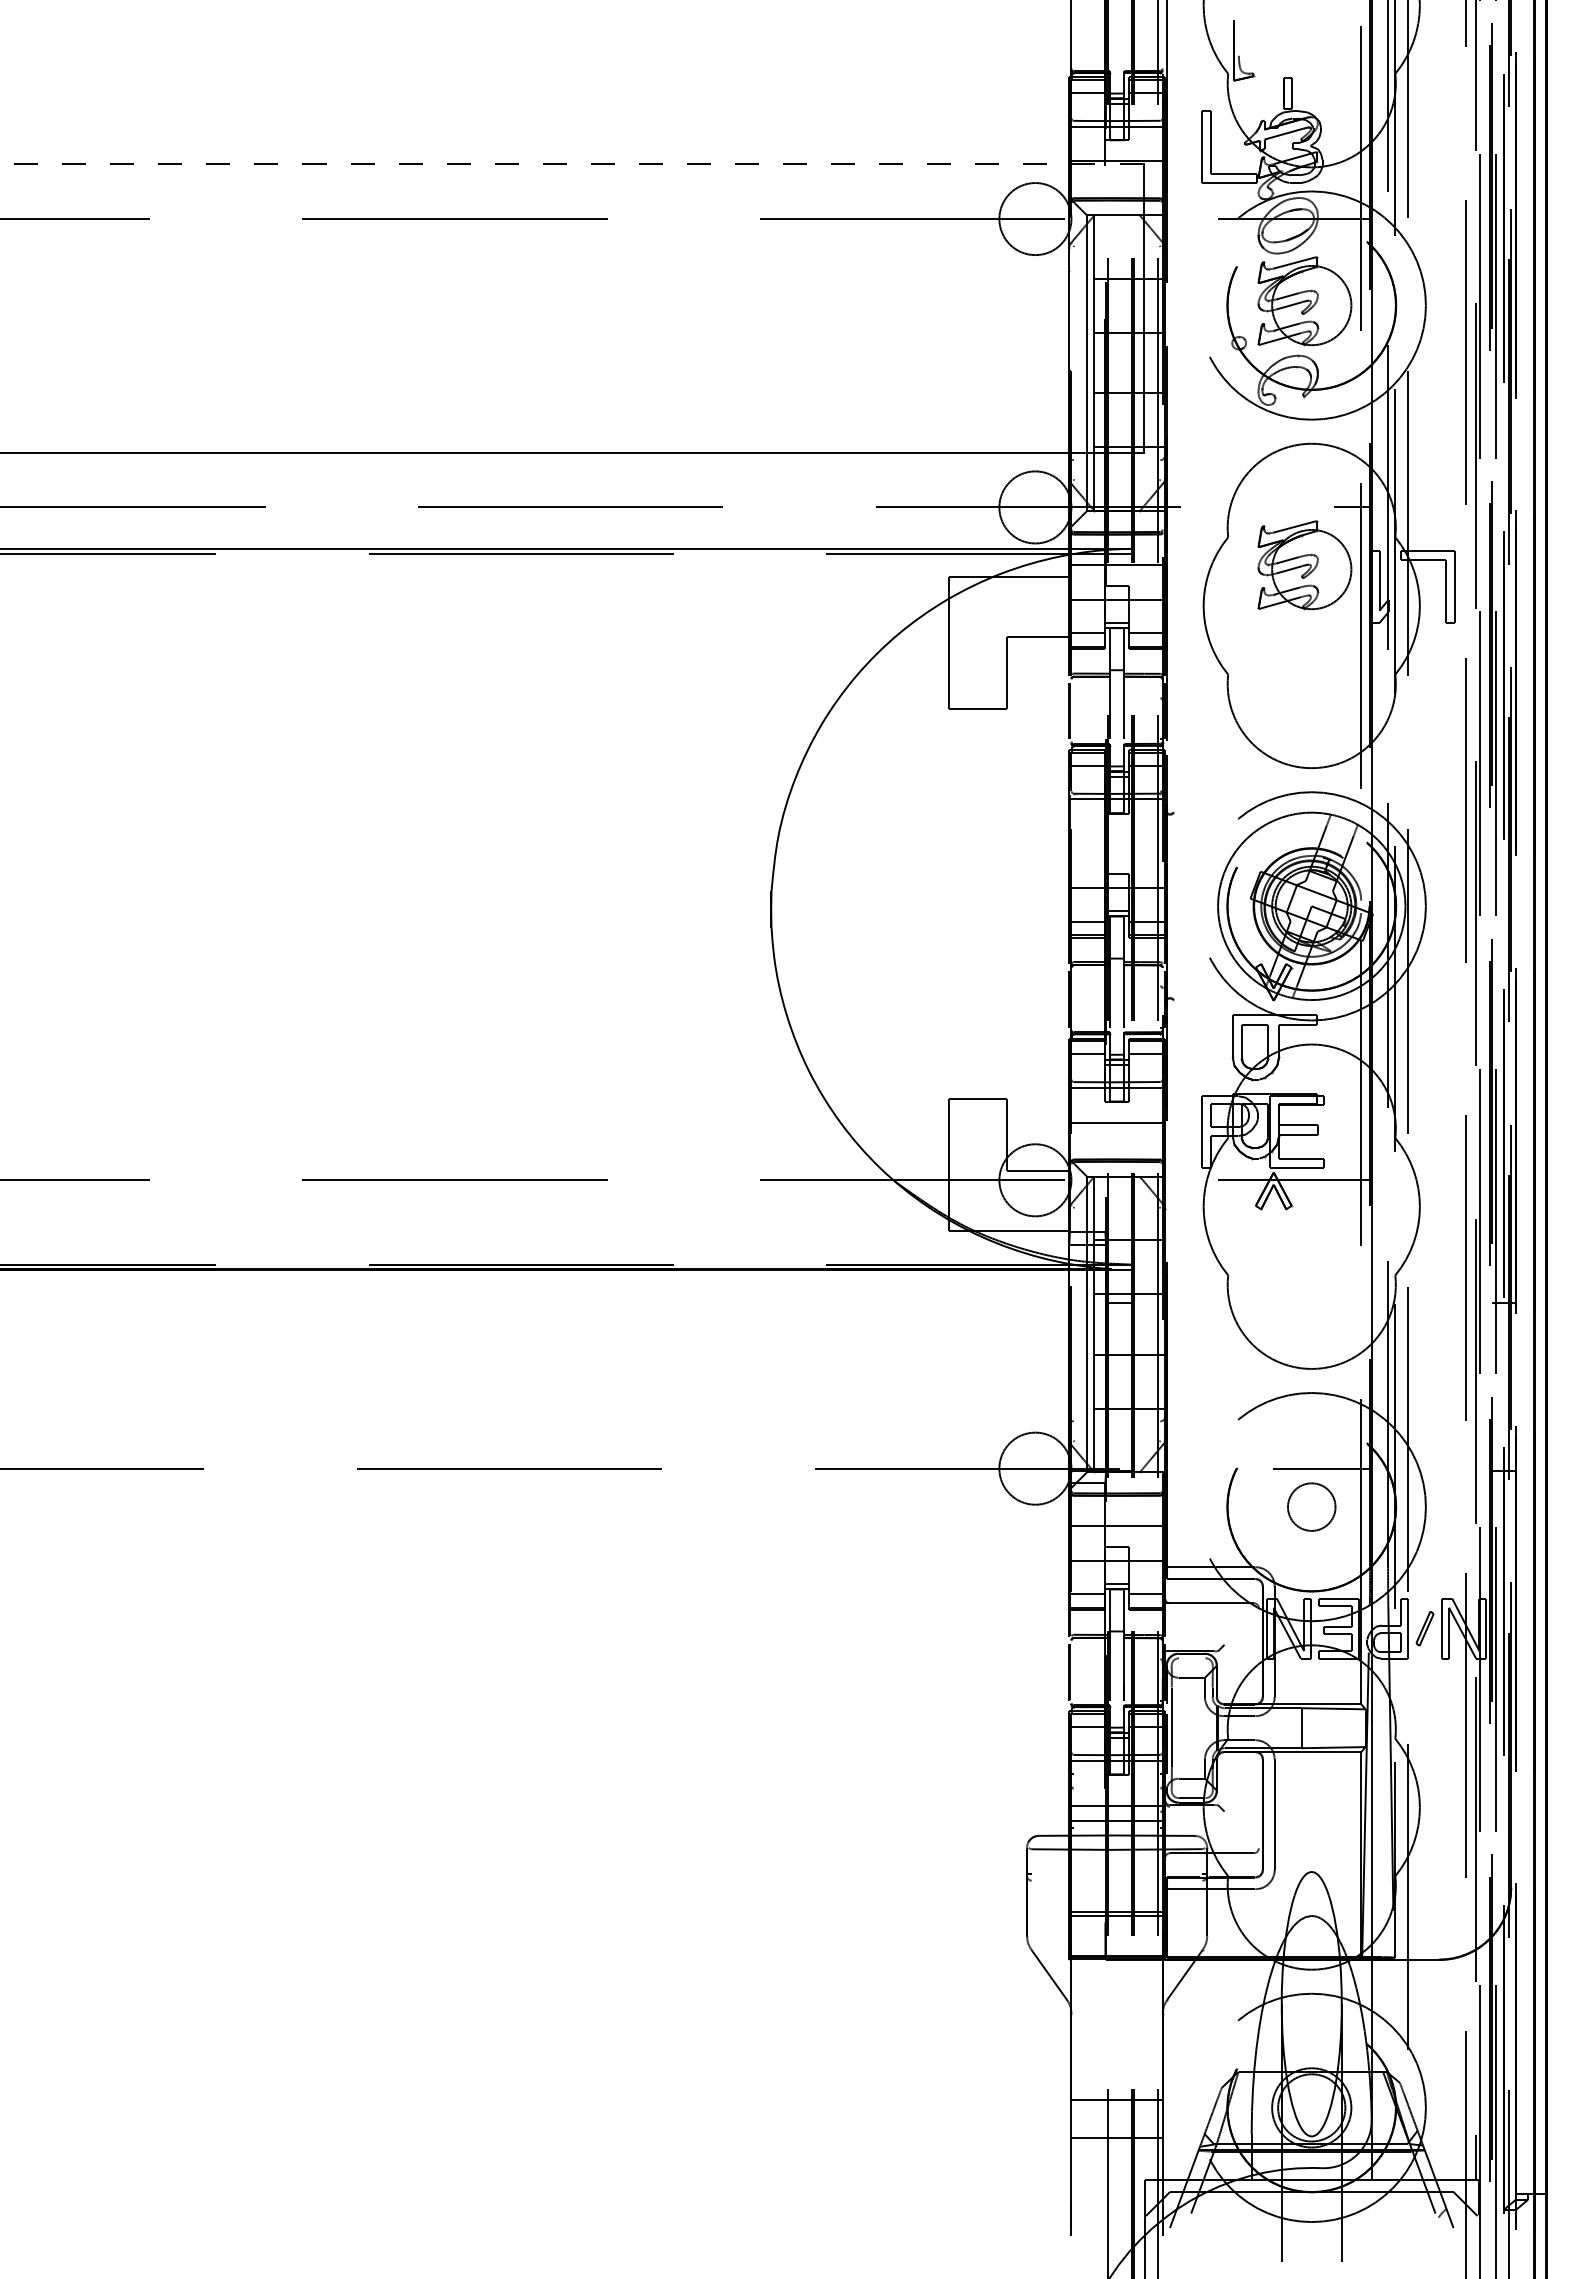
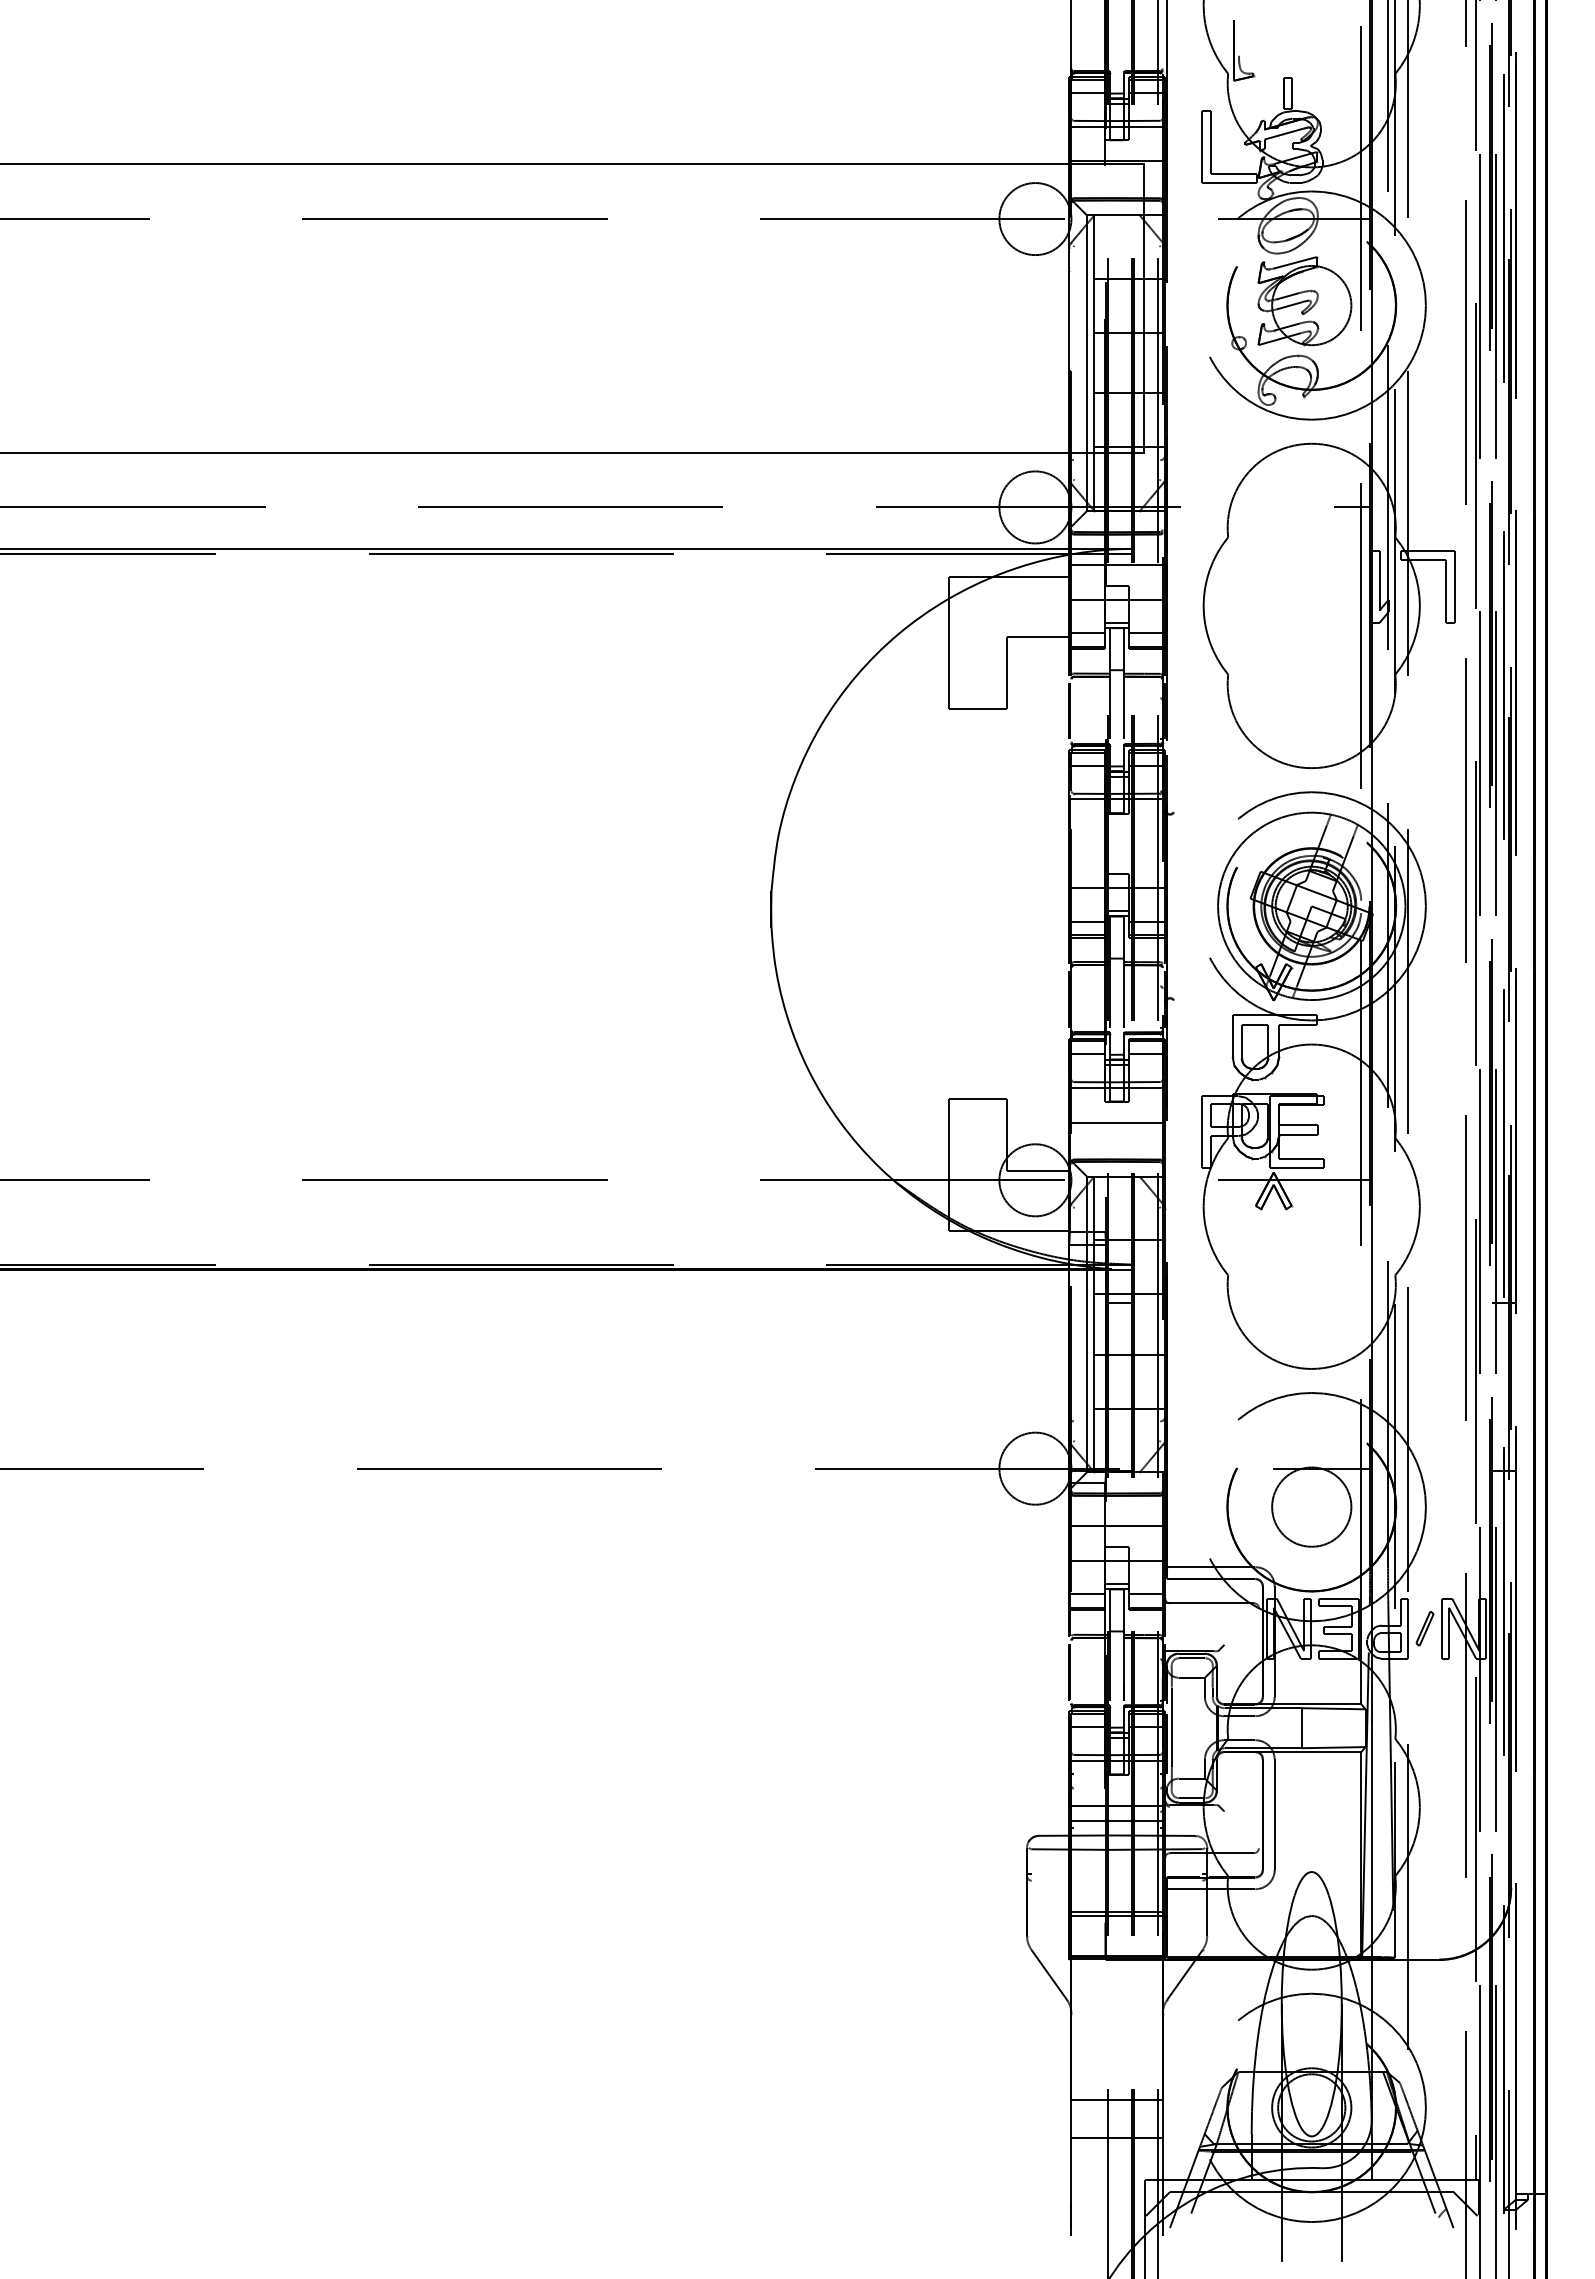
line at (571, 164): dashed -> solid
part at (1304, 565): present -> none
circle at (1311, 1506) diameter: 48 px -> 79 px
line at (1192, 1658): none -> present
